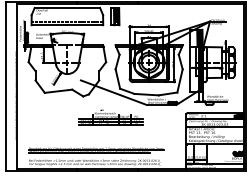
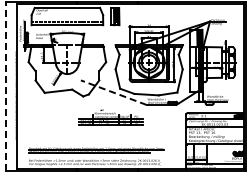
line at (5, 86): solid -> dashed
line at (113, 92): solid -> dashed
